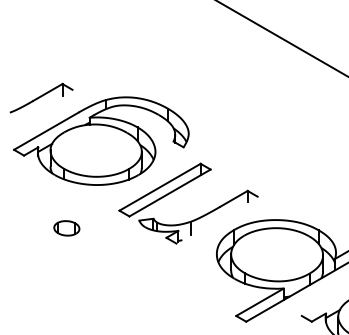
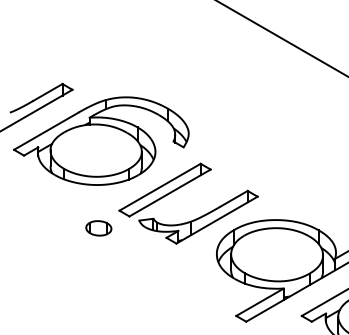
line at (37, 109): none -> present
line at (216, 219): none -> present
part at (66, 228) position: (66, 228) -> (98, 228)
line at (323, 302): none -> present
